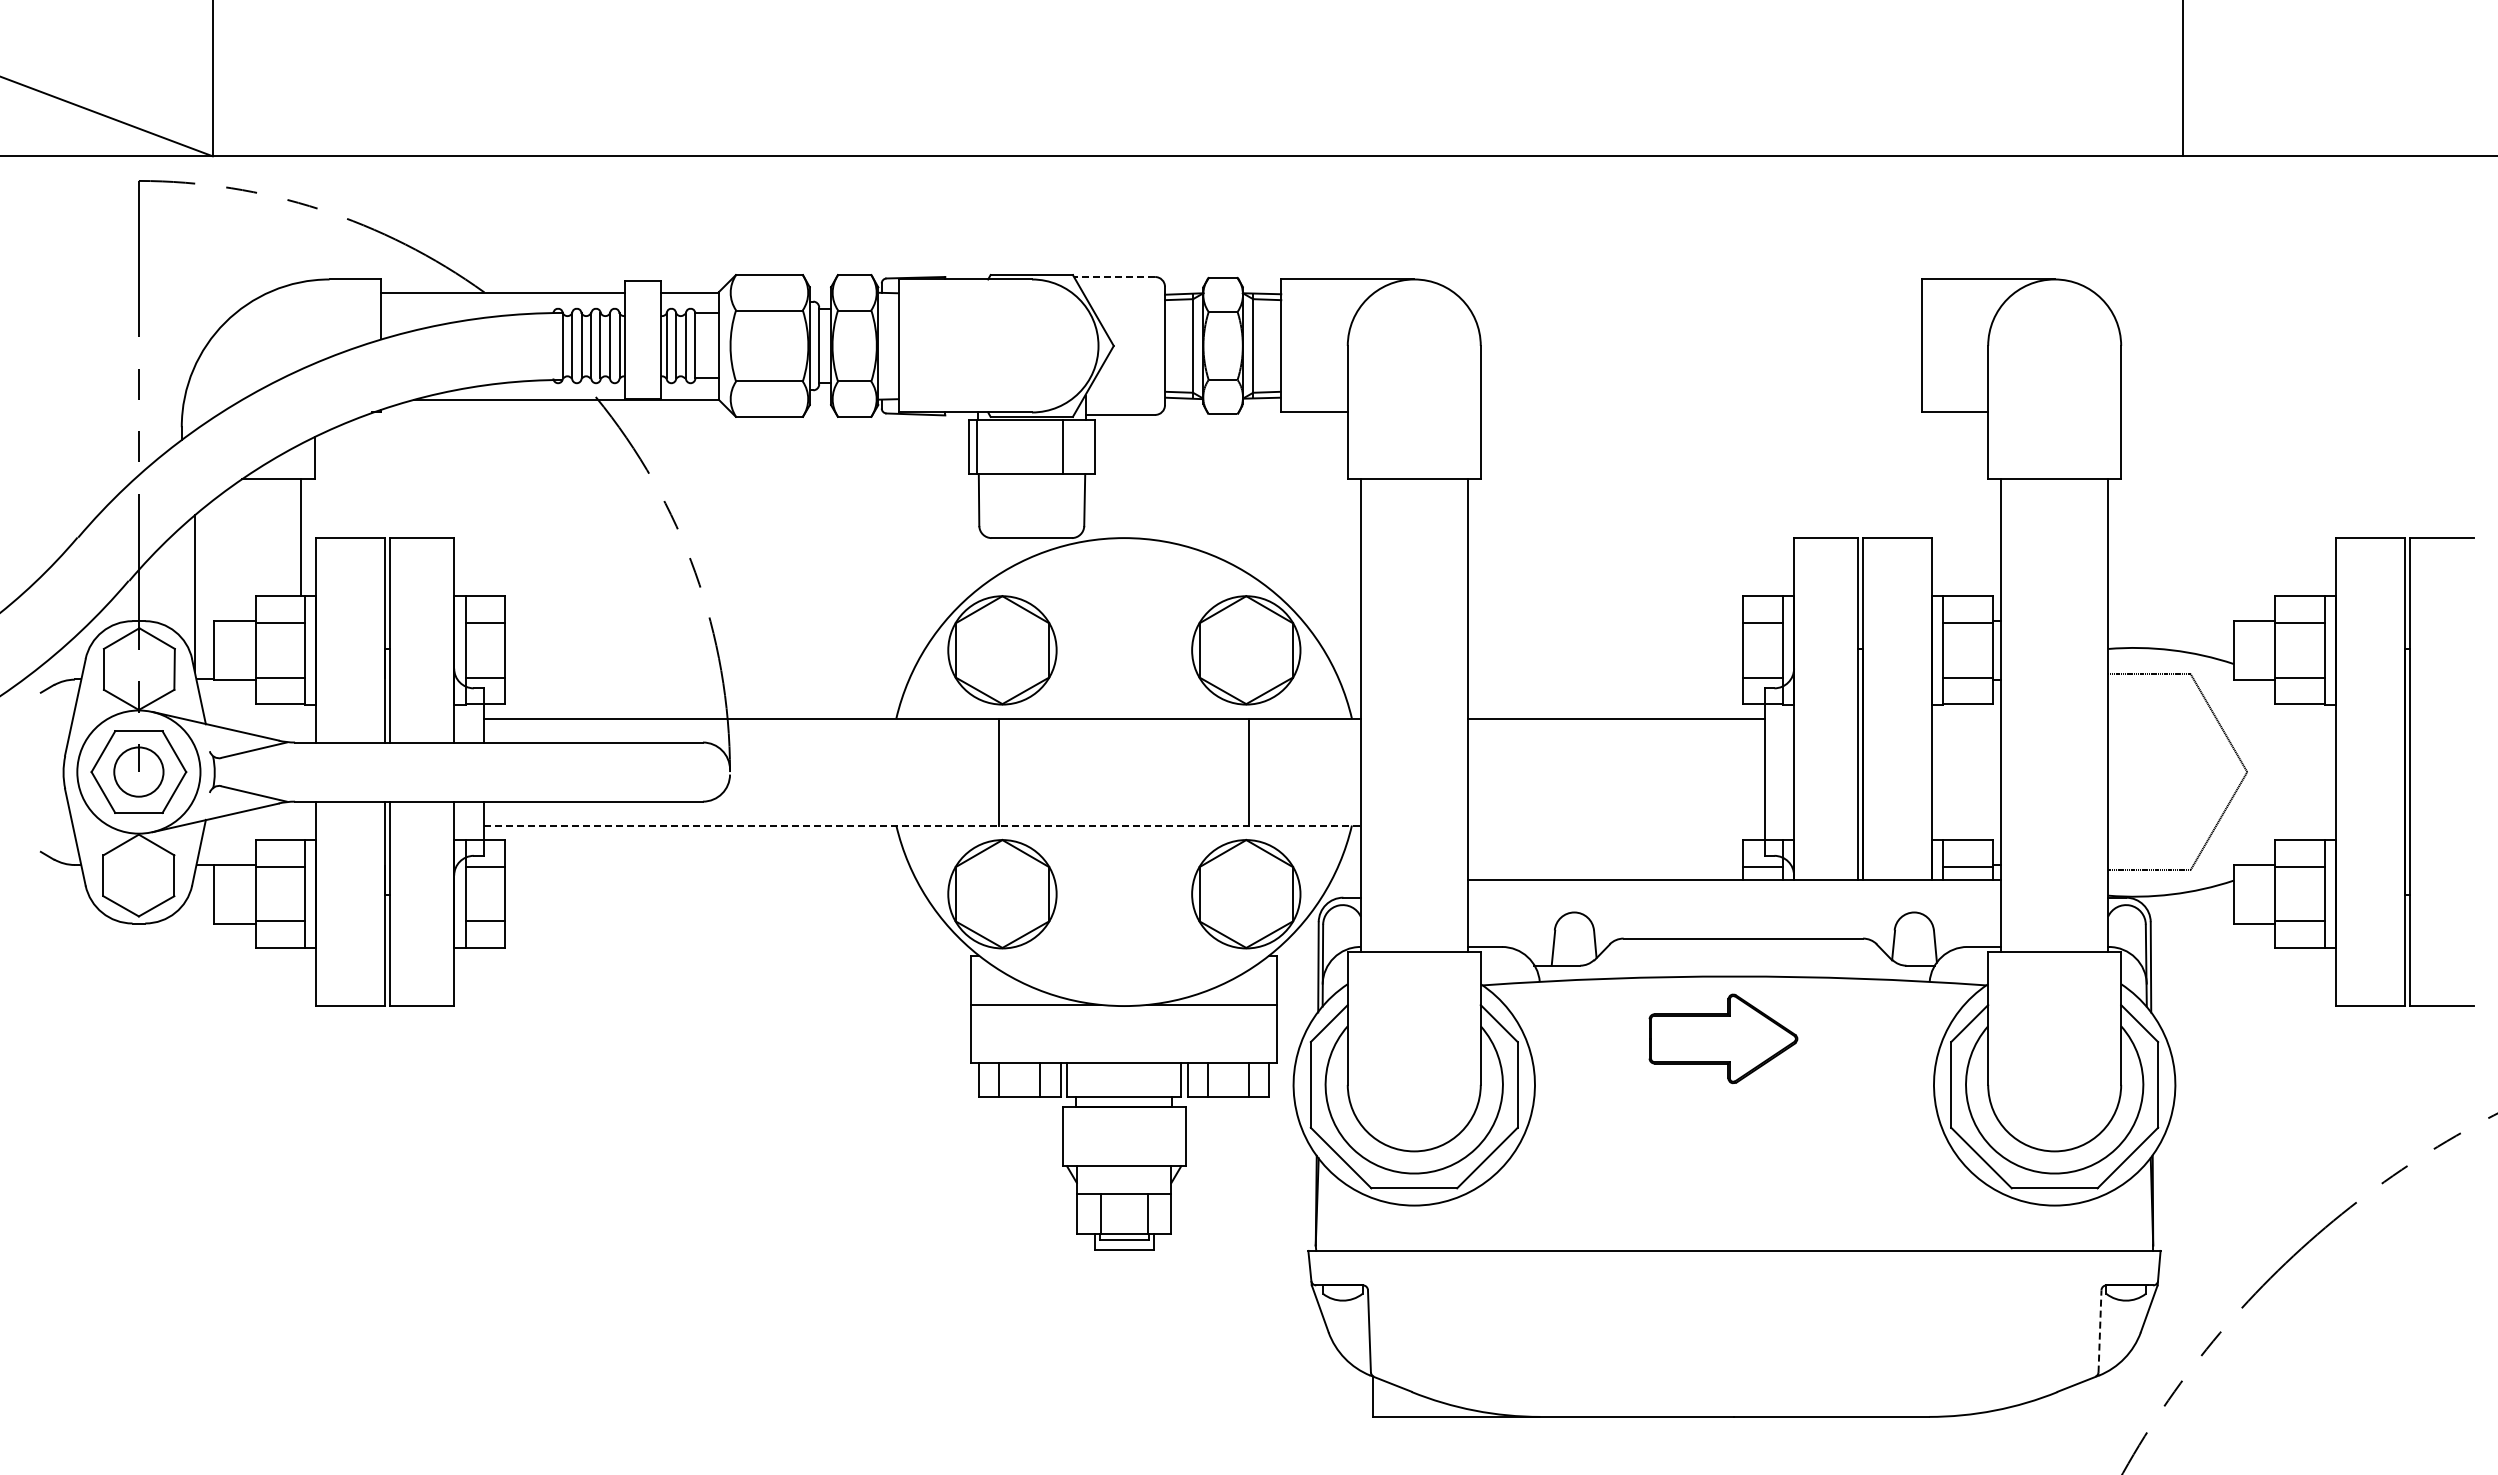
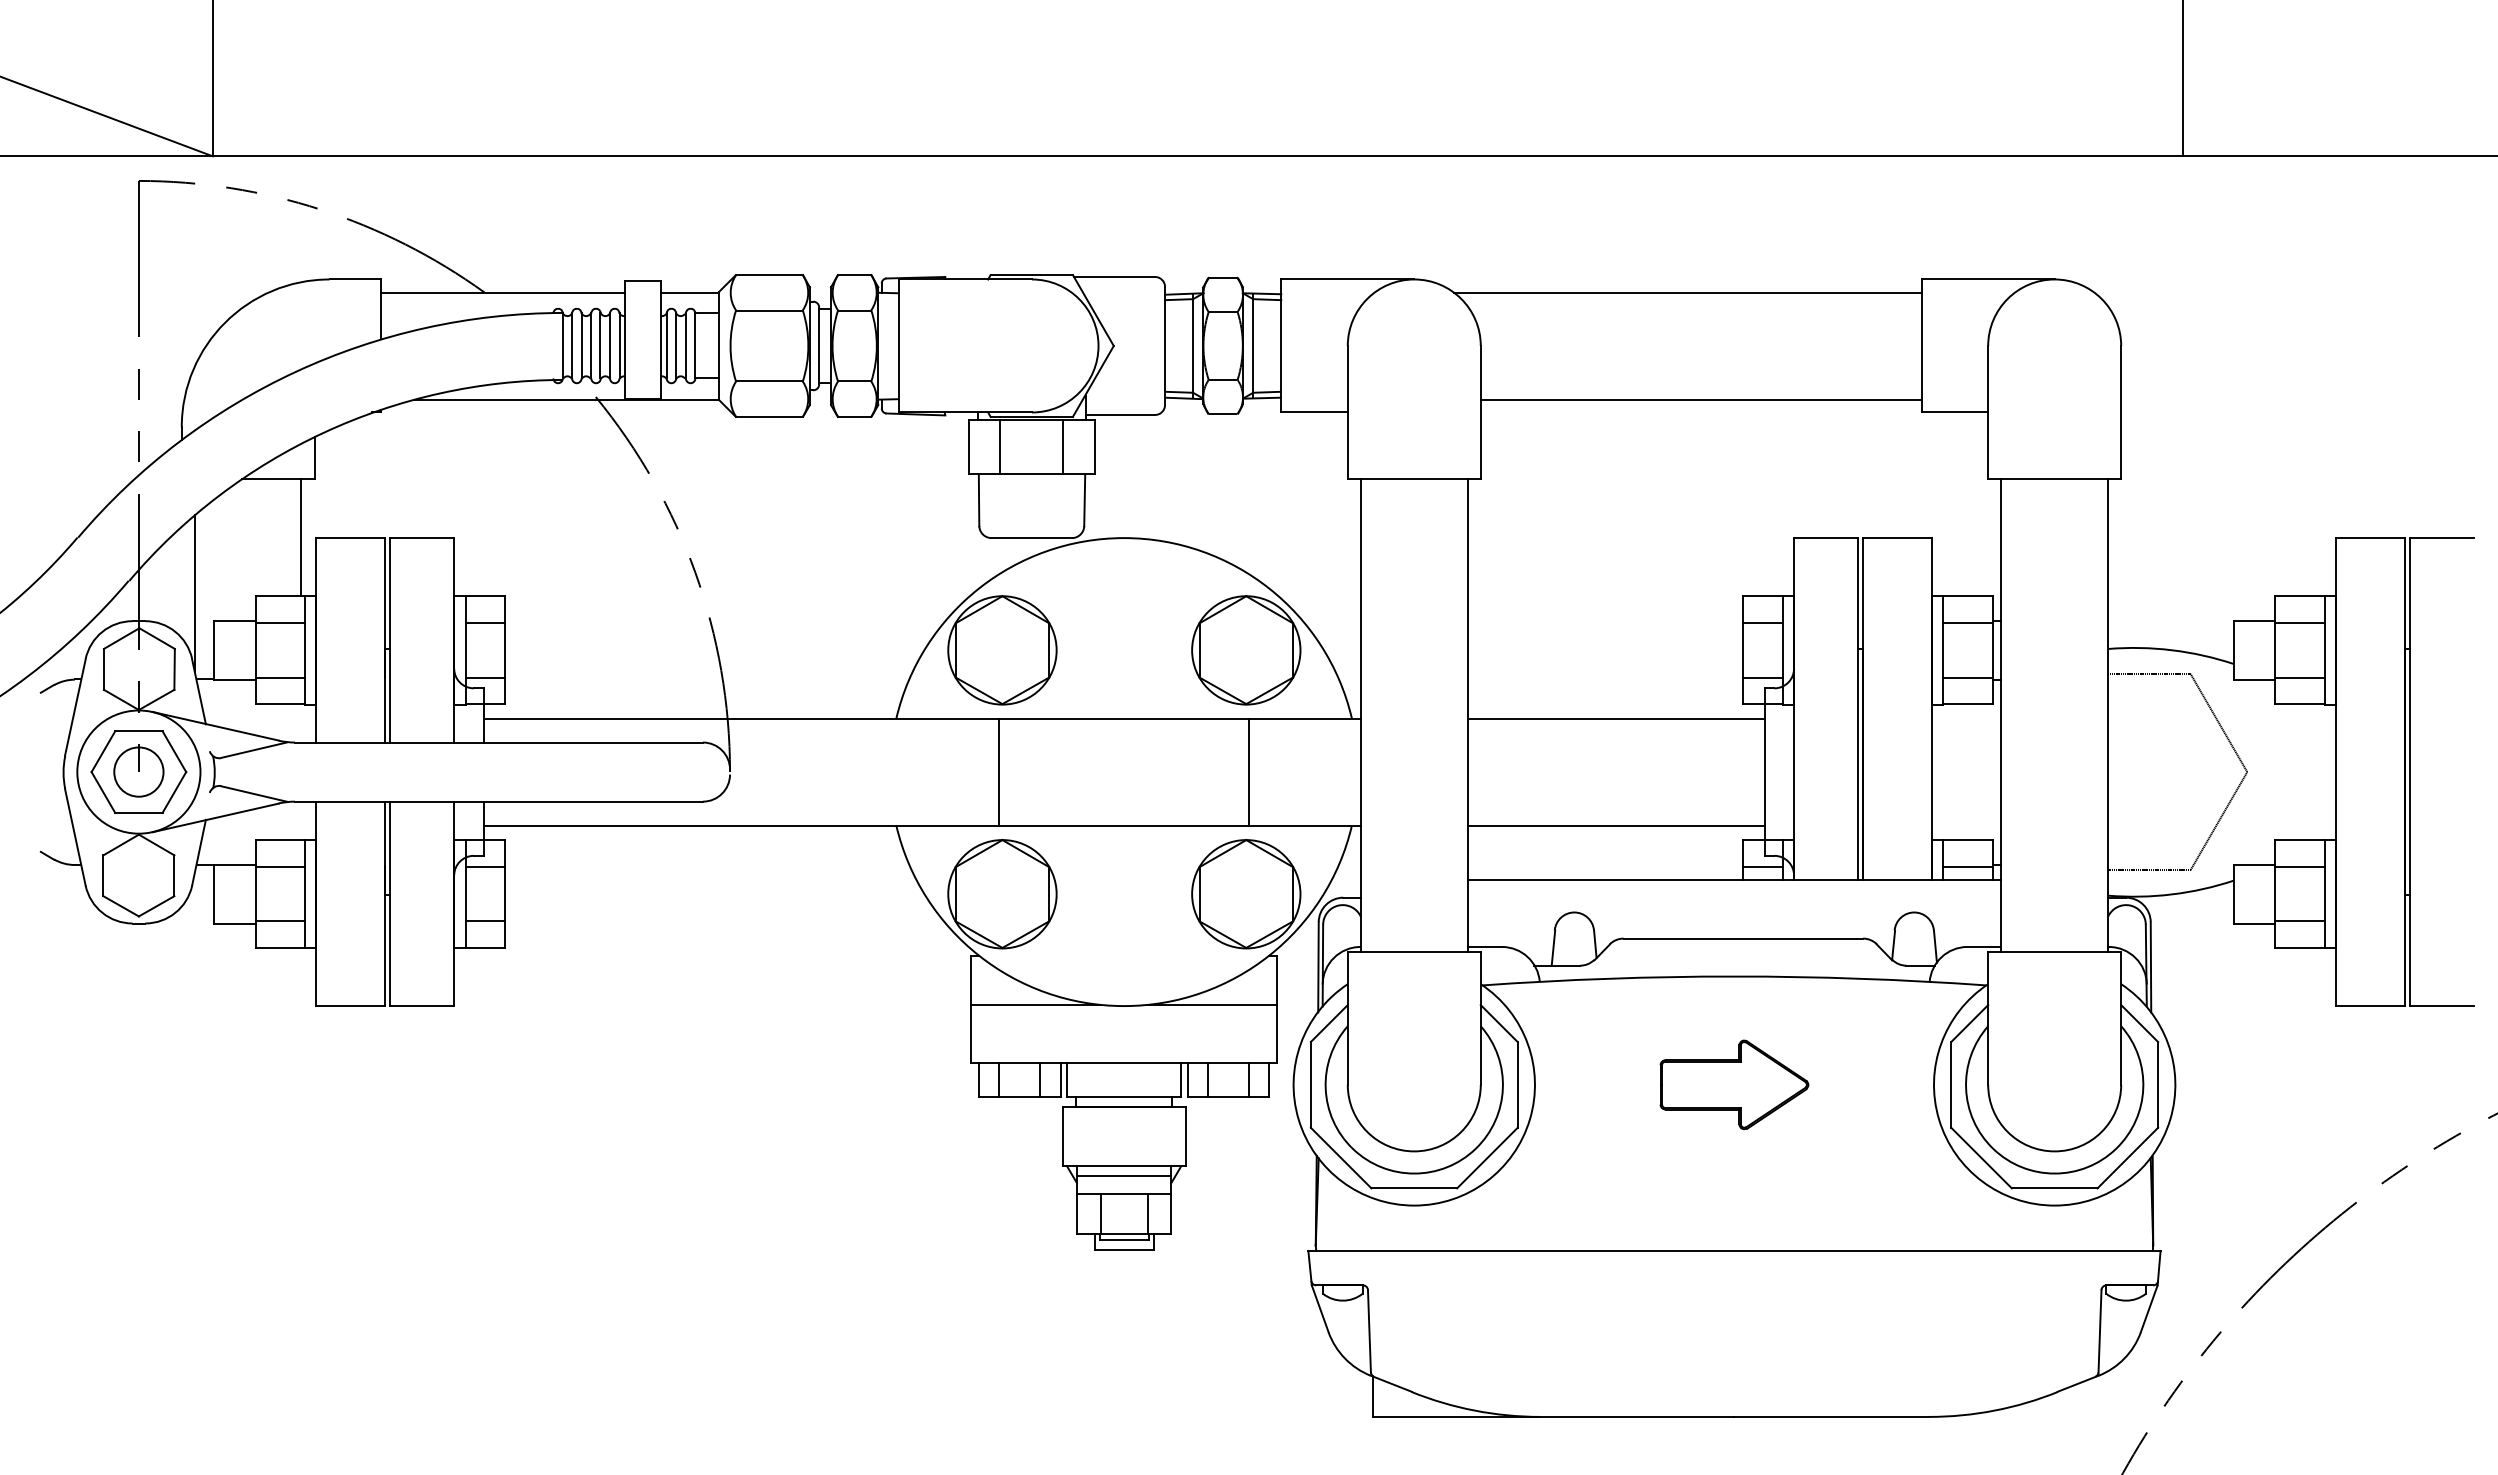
line at (1114, 277): dashed -> solid
line at (1687, 292): none -> present
line at (1700, 399): none -> present
line at (977, 446) position: (977, 446) -> (1000, 446)
line at (922, 825): dashed -> solid
line at (1615, 825): none -> present
part at (1723, 1038) position: (1723, 1038) -> (1734, 1084)
line at (1123, 1176): none -> present
line at (2100, 1330): dashed -> solid
